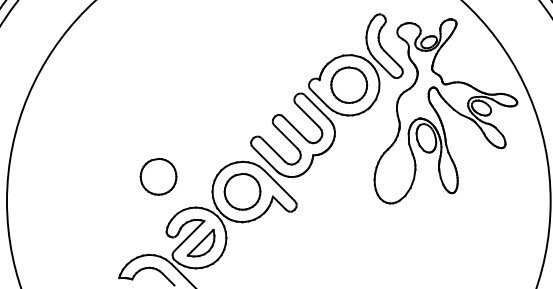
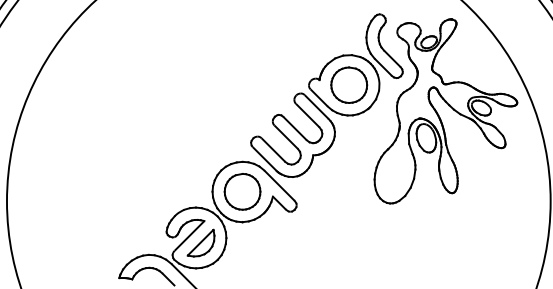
part at (158, 176): present -> none
